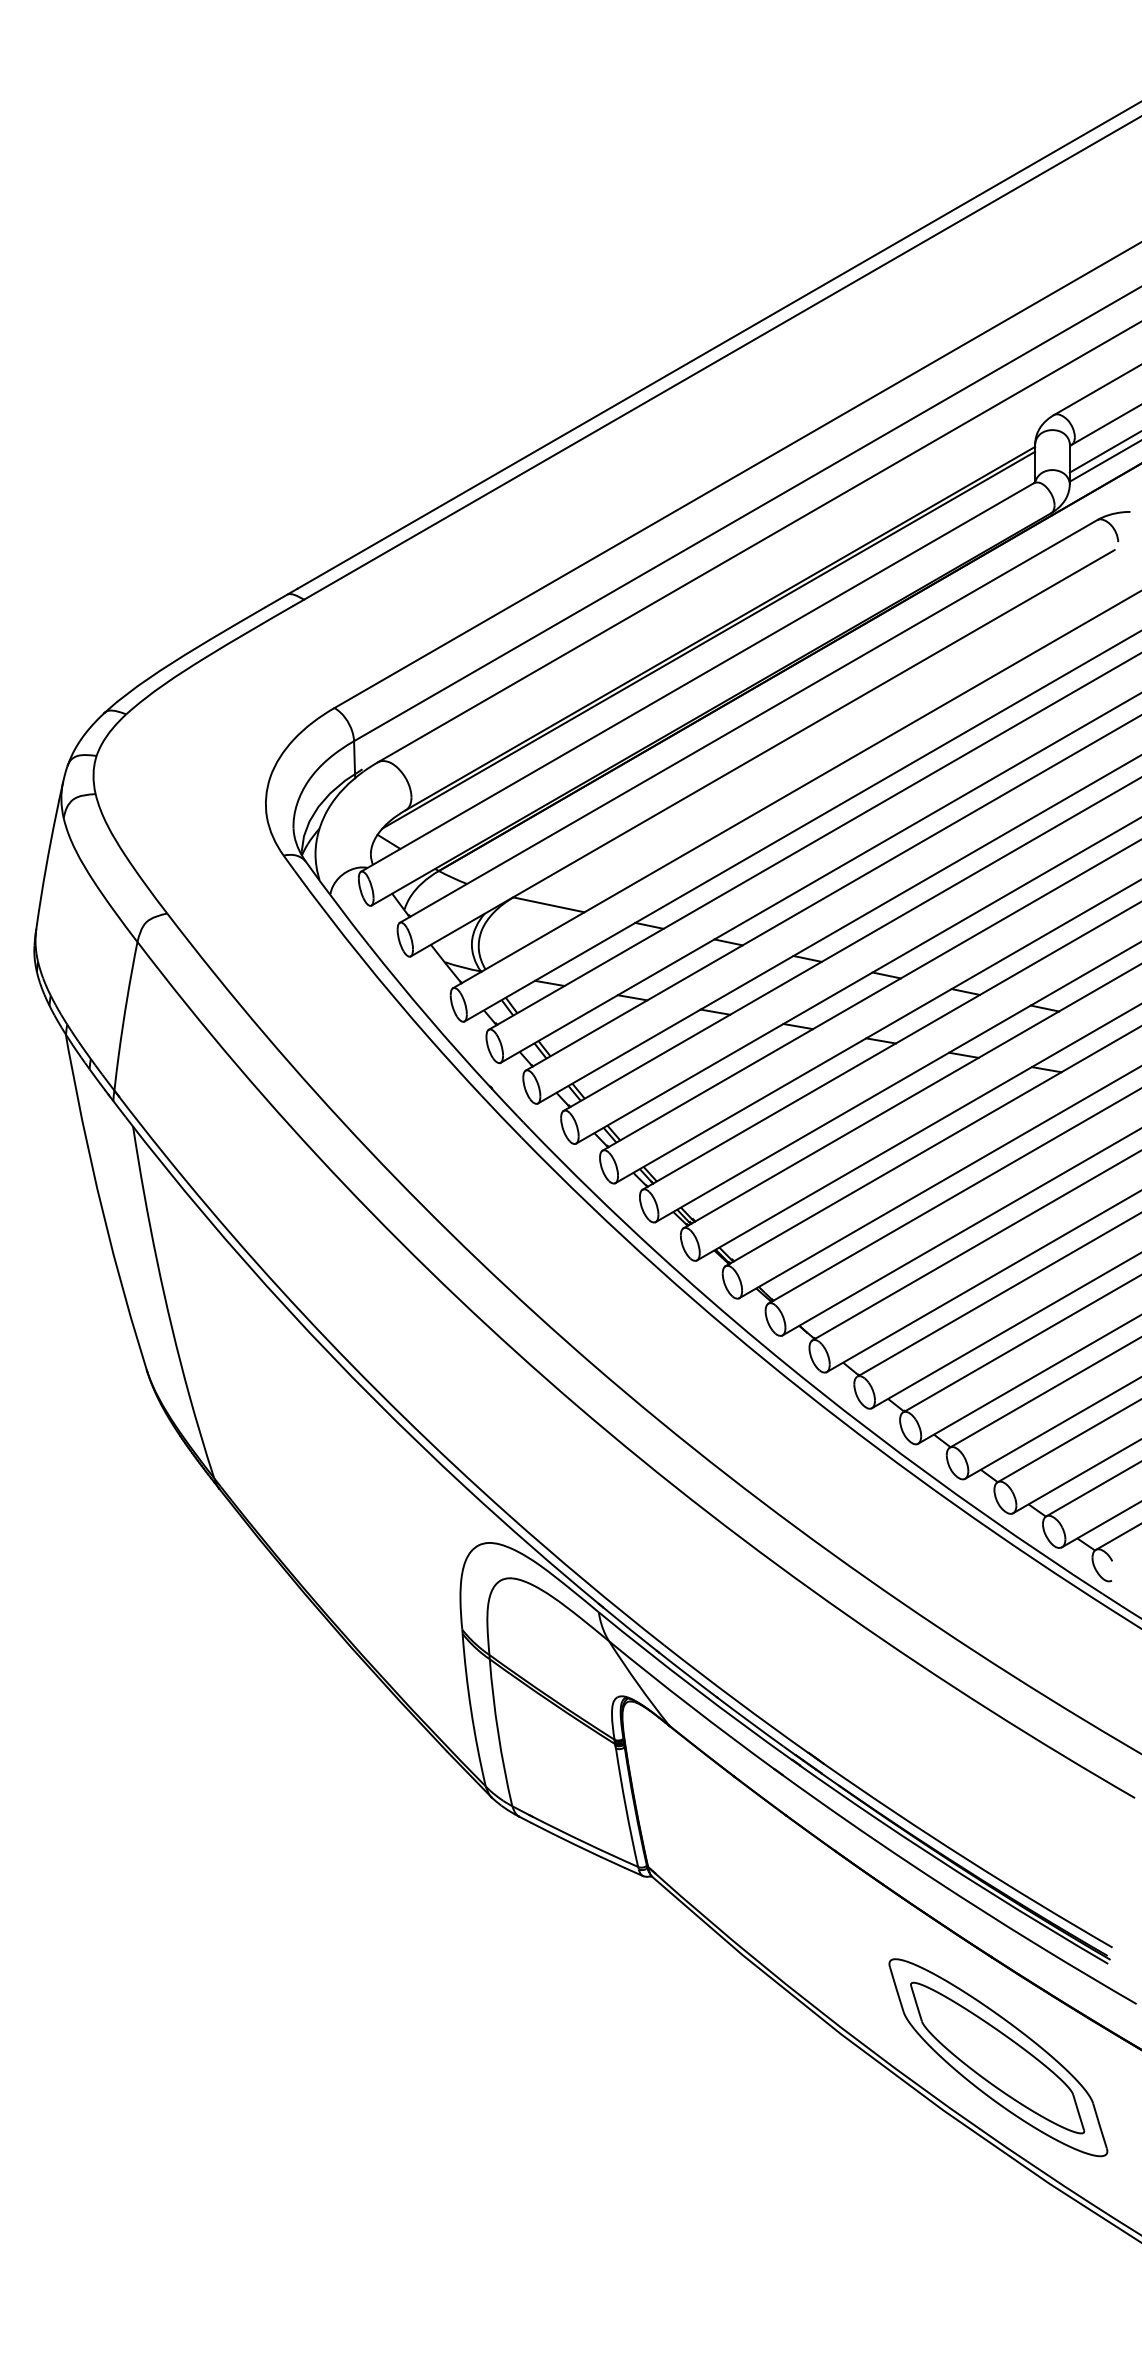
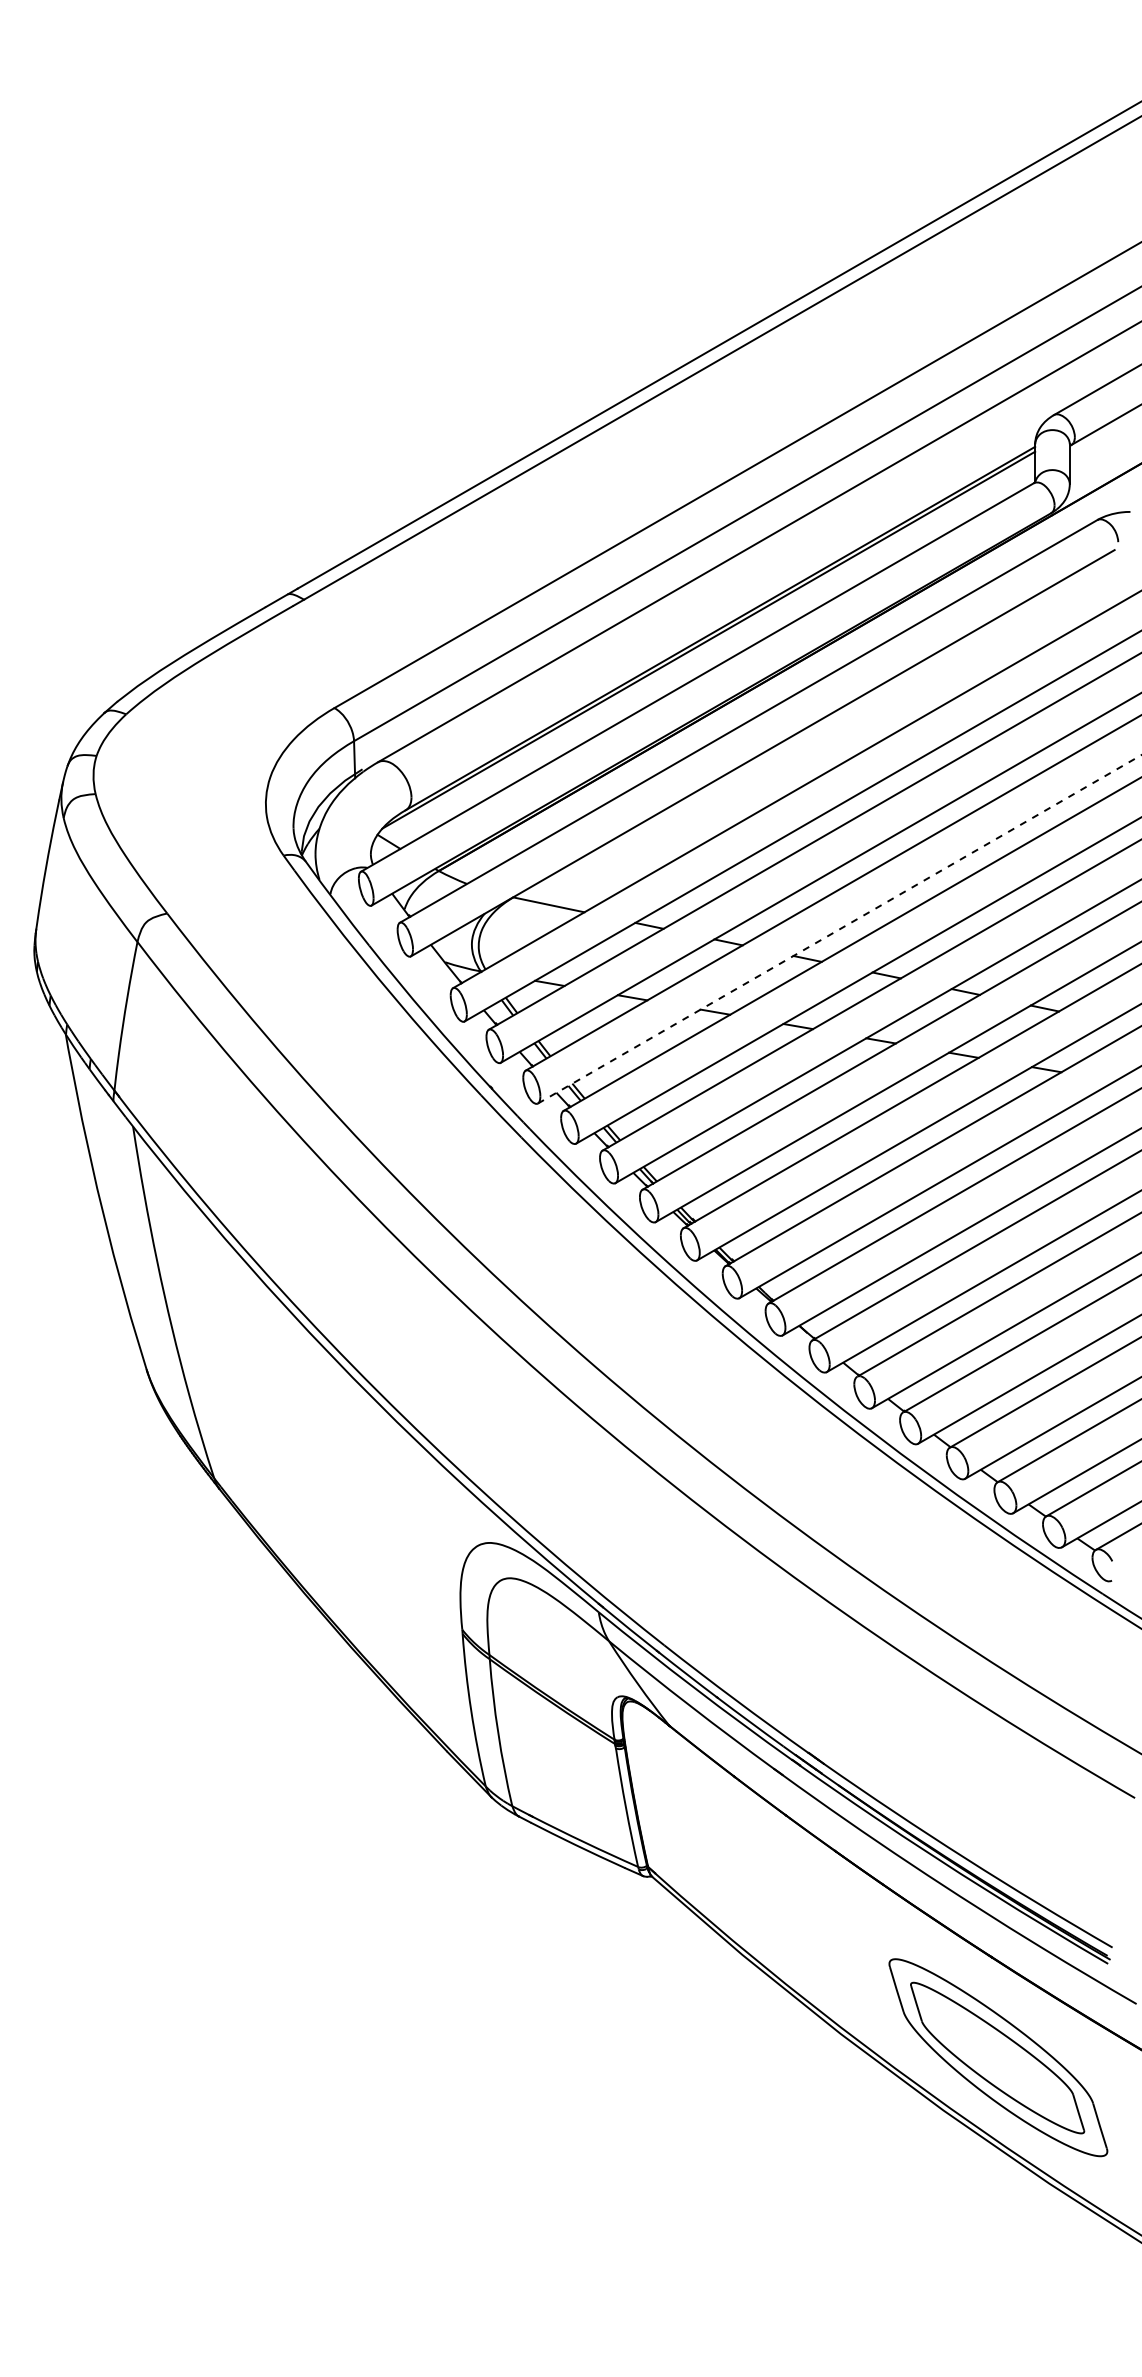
line at (1103, 452): present -> none
line at (1103, 461): present -> none
line at (840, 929): solid -> dashed
